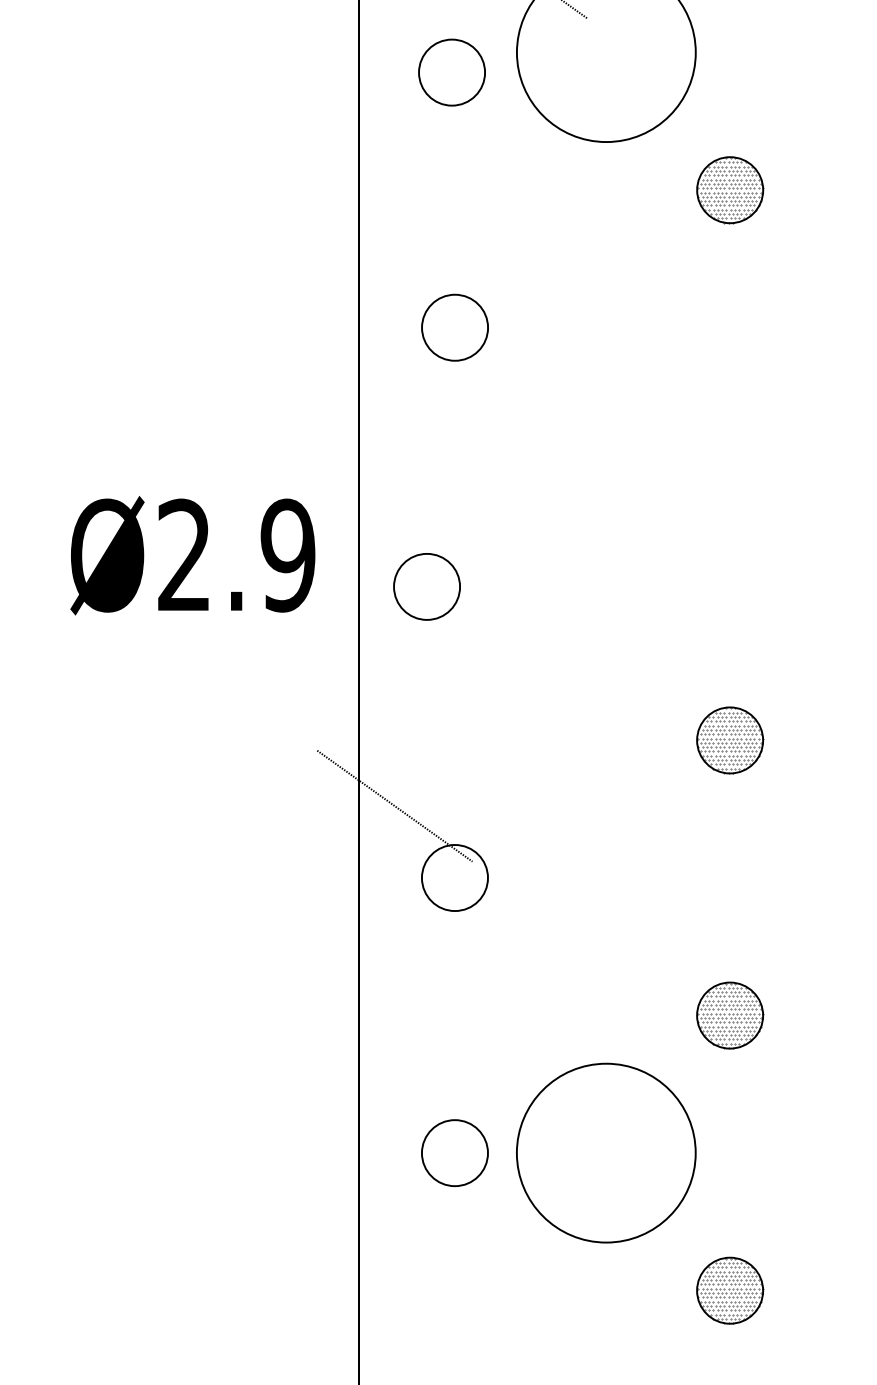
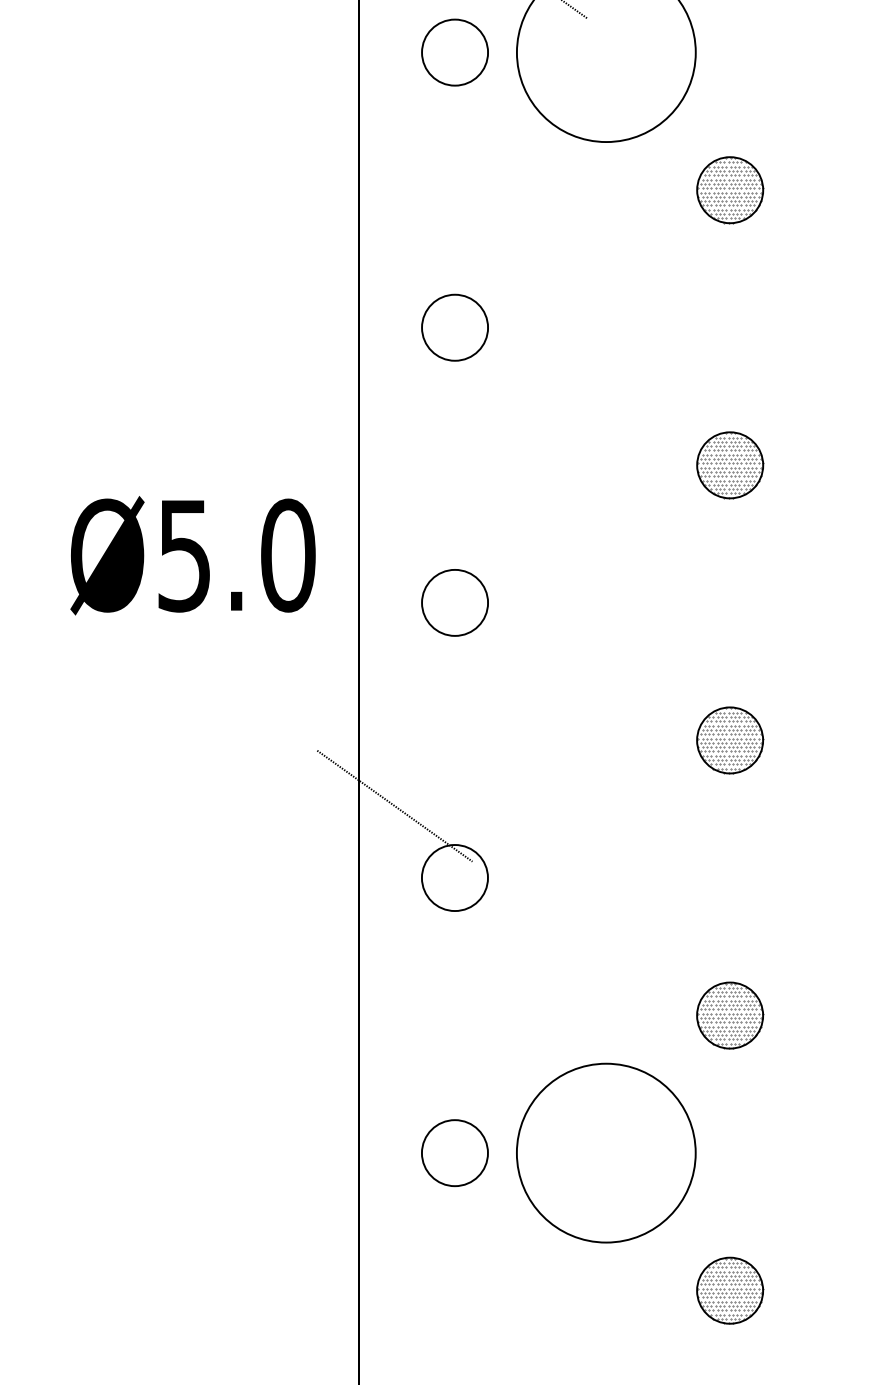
circle at (451, 72) position: (451, 72) -> (454, 52)
part at (730, 465): none -> present
text at (236, 555): Ø2.9 -> Ø5.0
circle at (426, 586) position: (426, 586) -> (454, 602)
